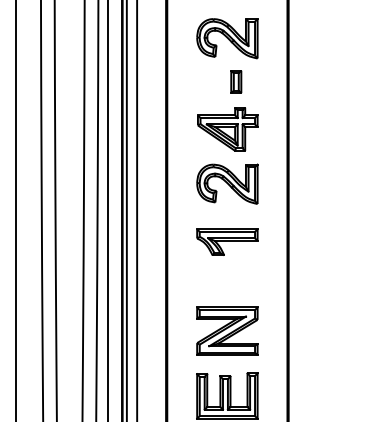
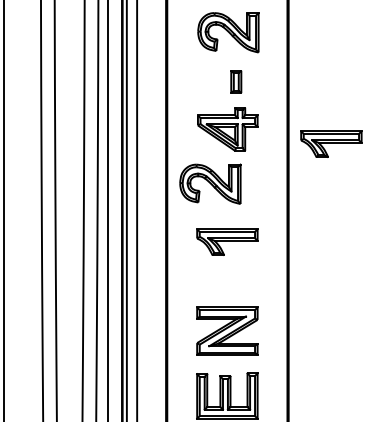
part at (227, 38) position: (227, 38) -> (228, 32)
part at (331, 143): none -> present
part at (227, 183) position: (227, 183) -> (210, 183)
line at (16, 210) position: (16, 210) -> (4, 210)
